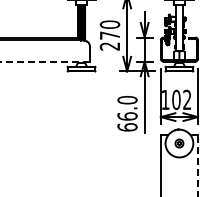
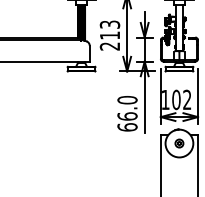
text at (109, 29): 270 -> 213
line at (44, 61): dashed -> solid
line at (198, 165): dashed -> solid
